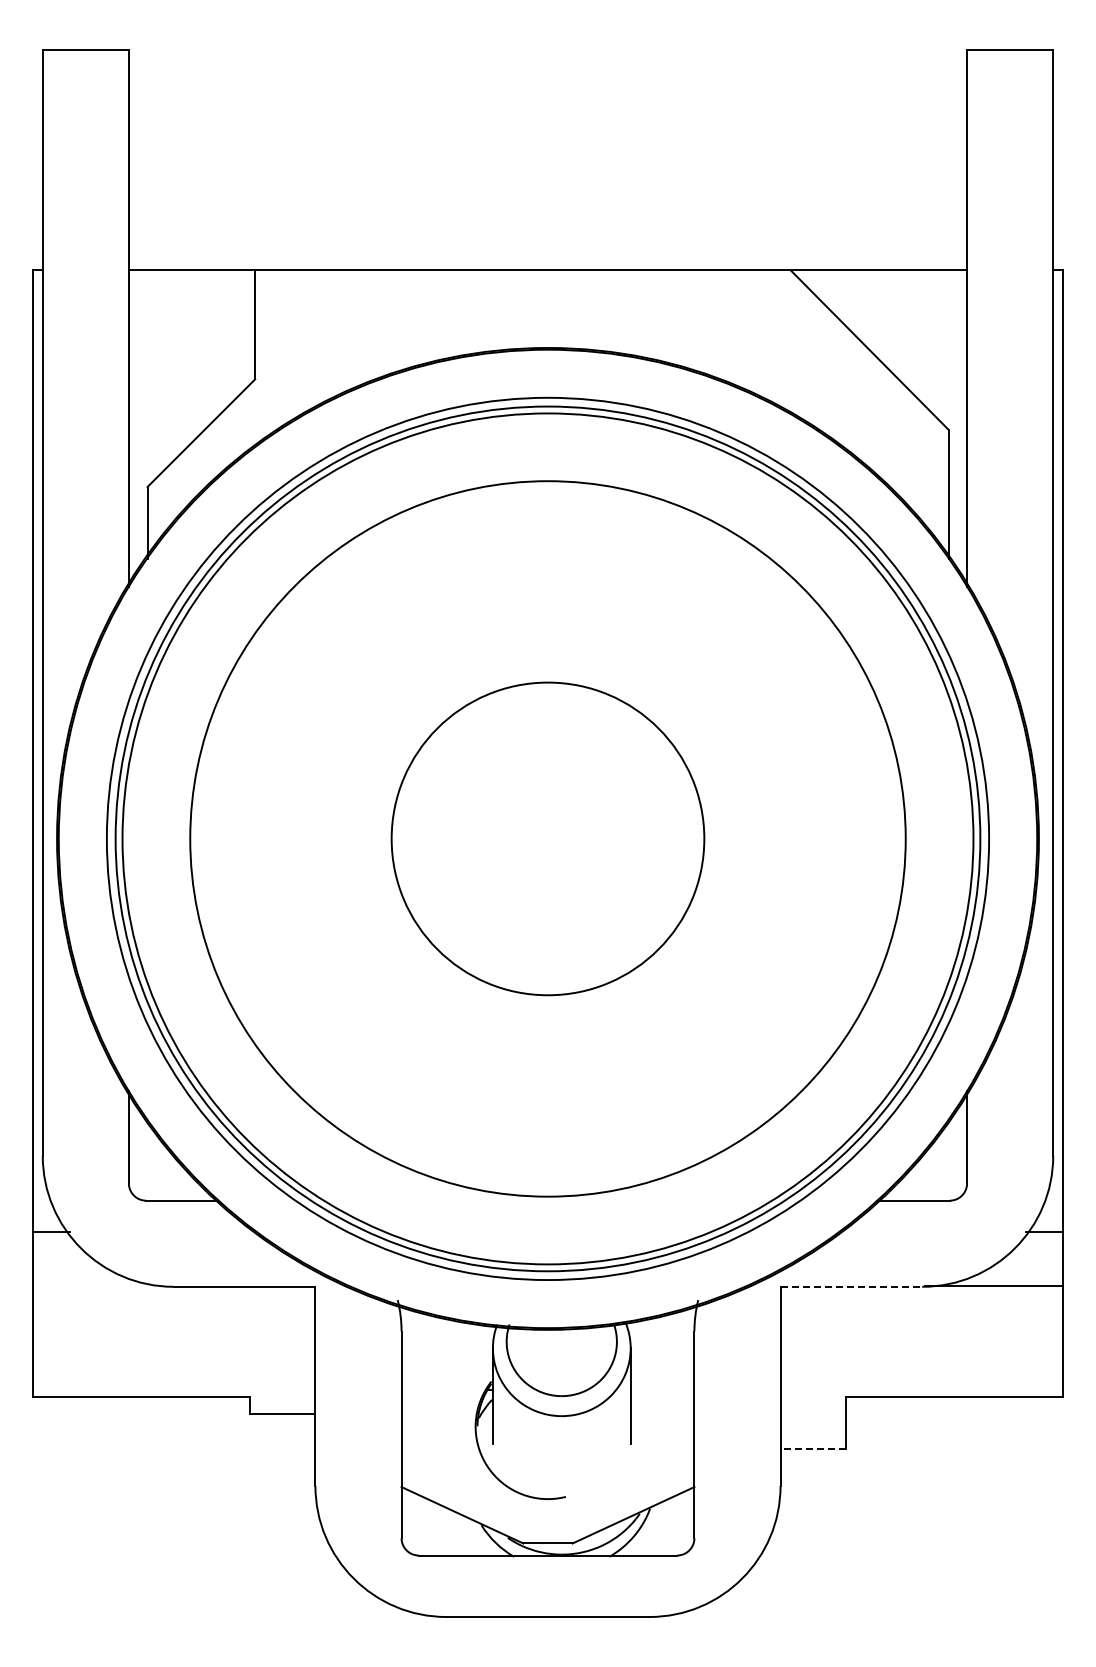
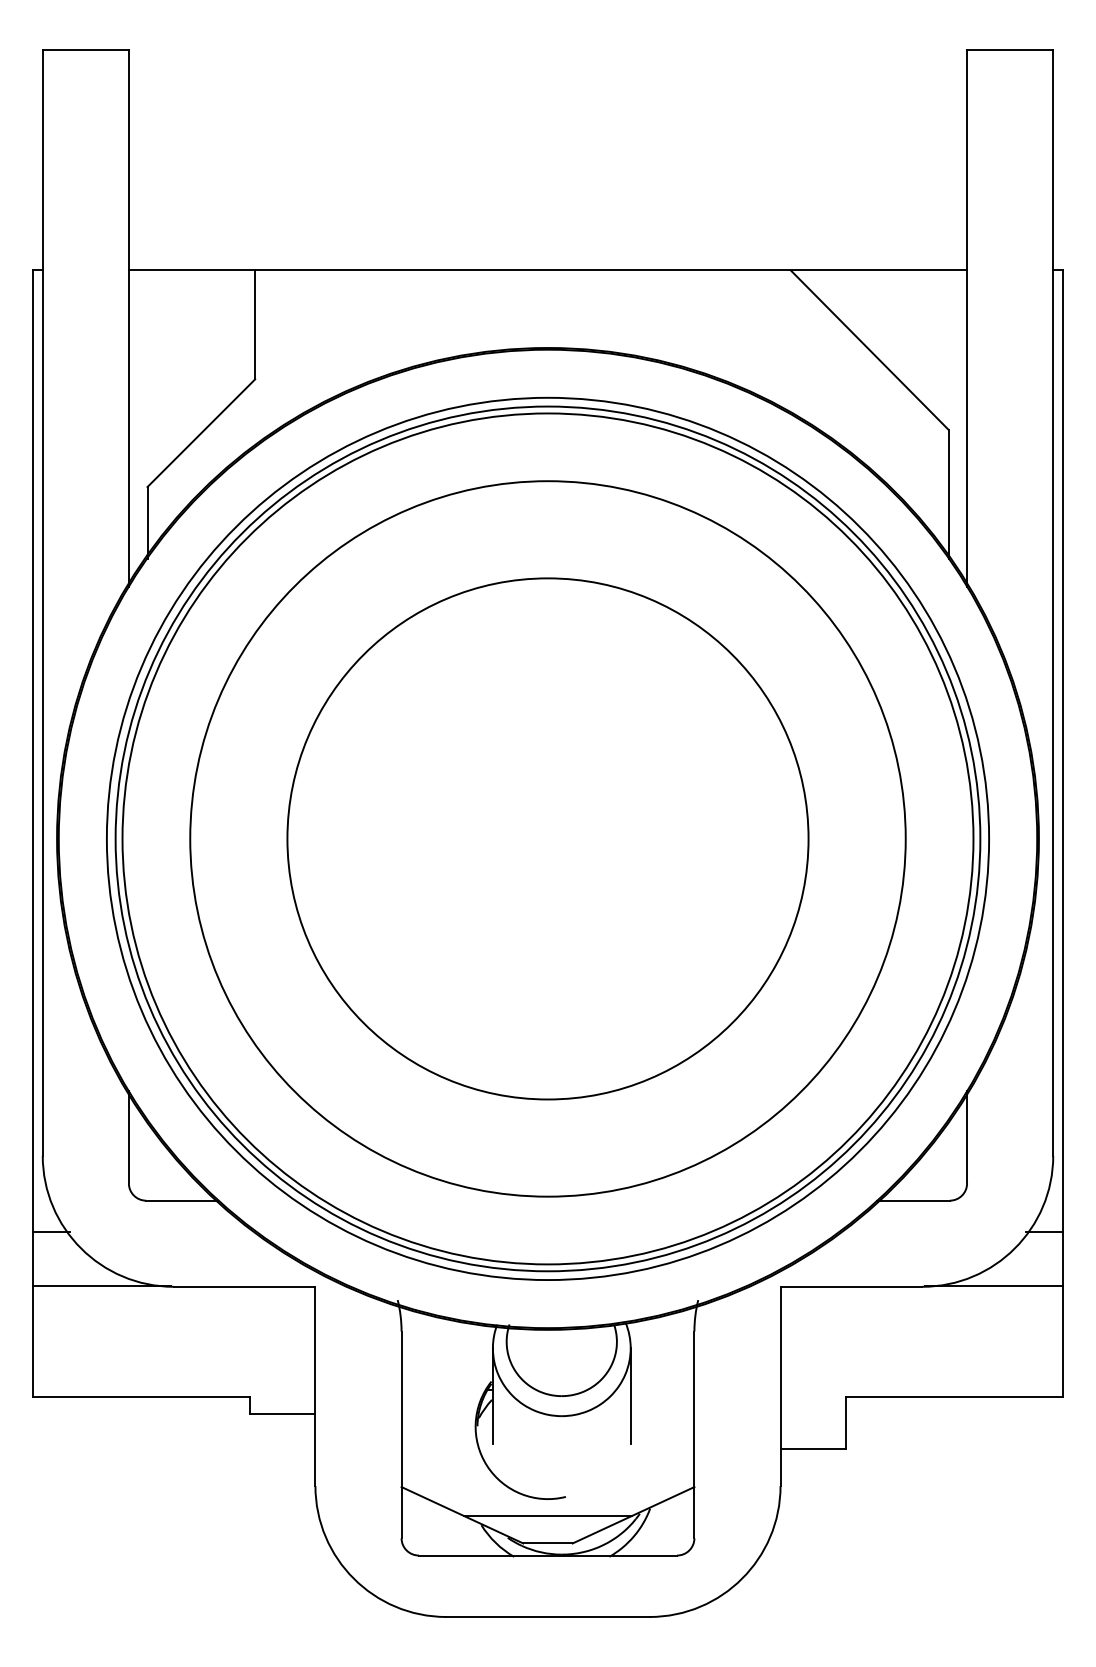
circle at (547, 838) diameter: 313 px -> 521 px
line at (101, 1286): none -> present
line at (851, 1286): dashed -> solid
line at (813, 1448): dashed -> solid
line at (547, 1515): none -> present
